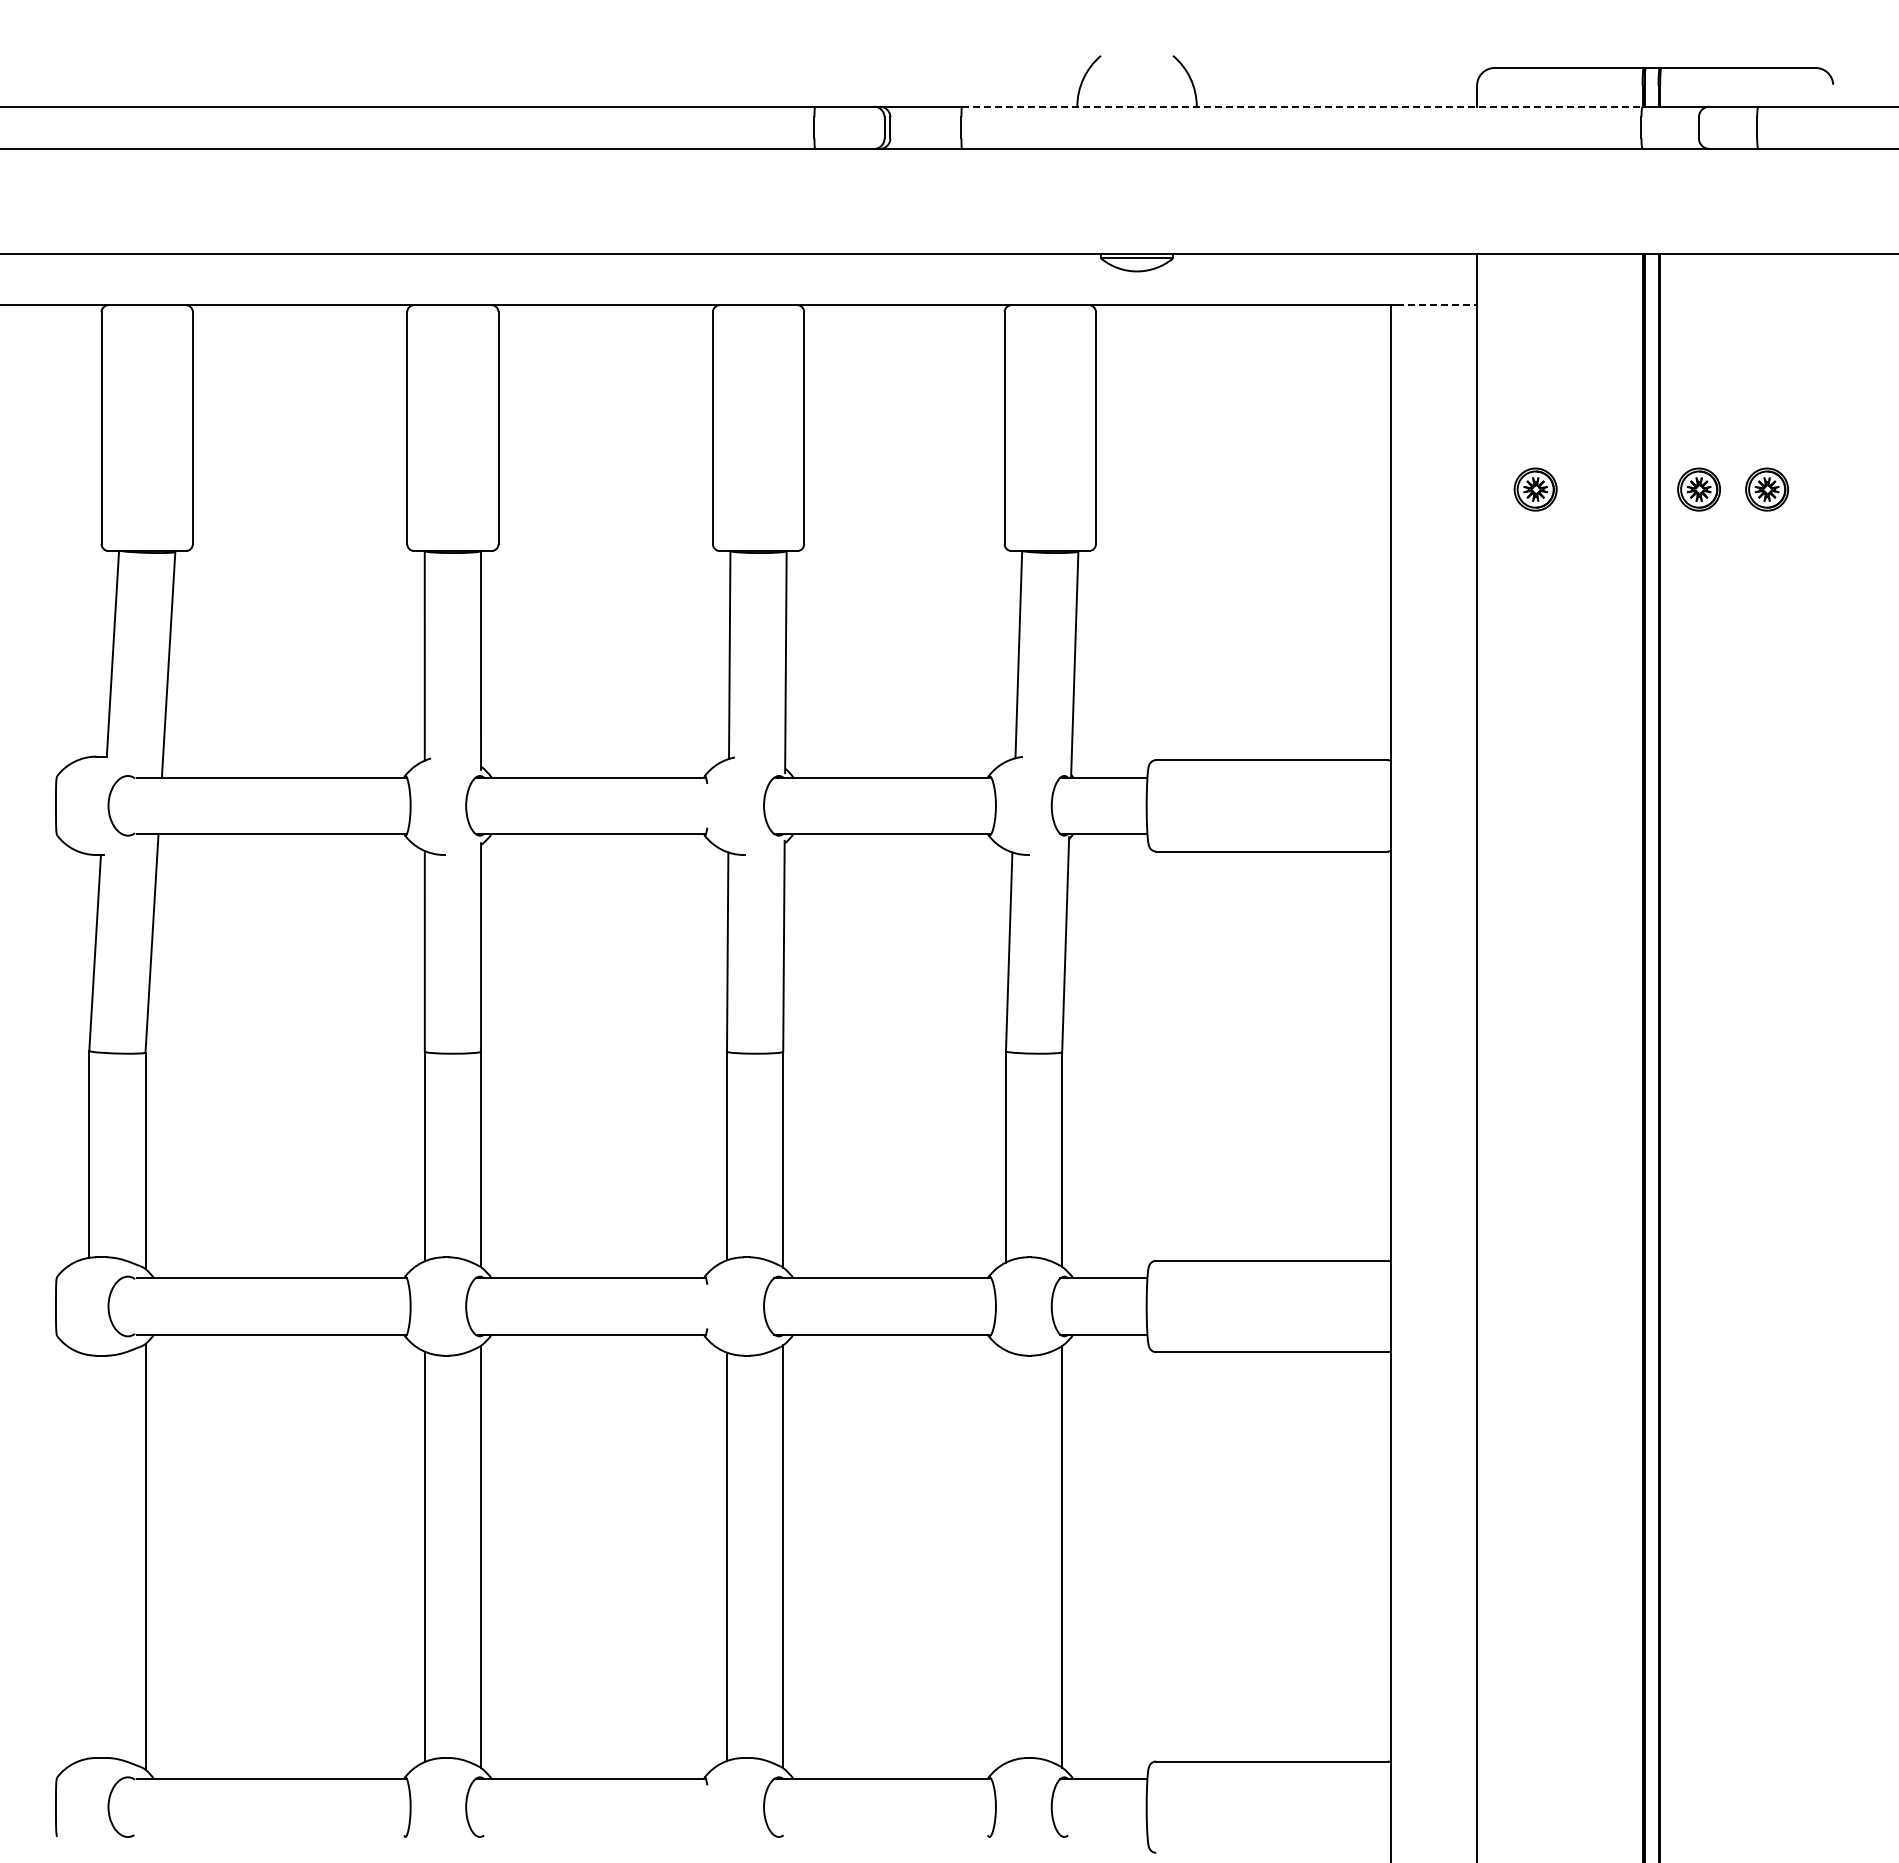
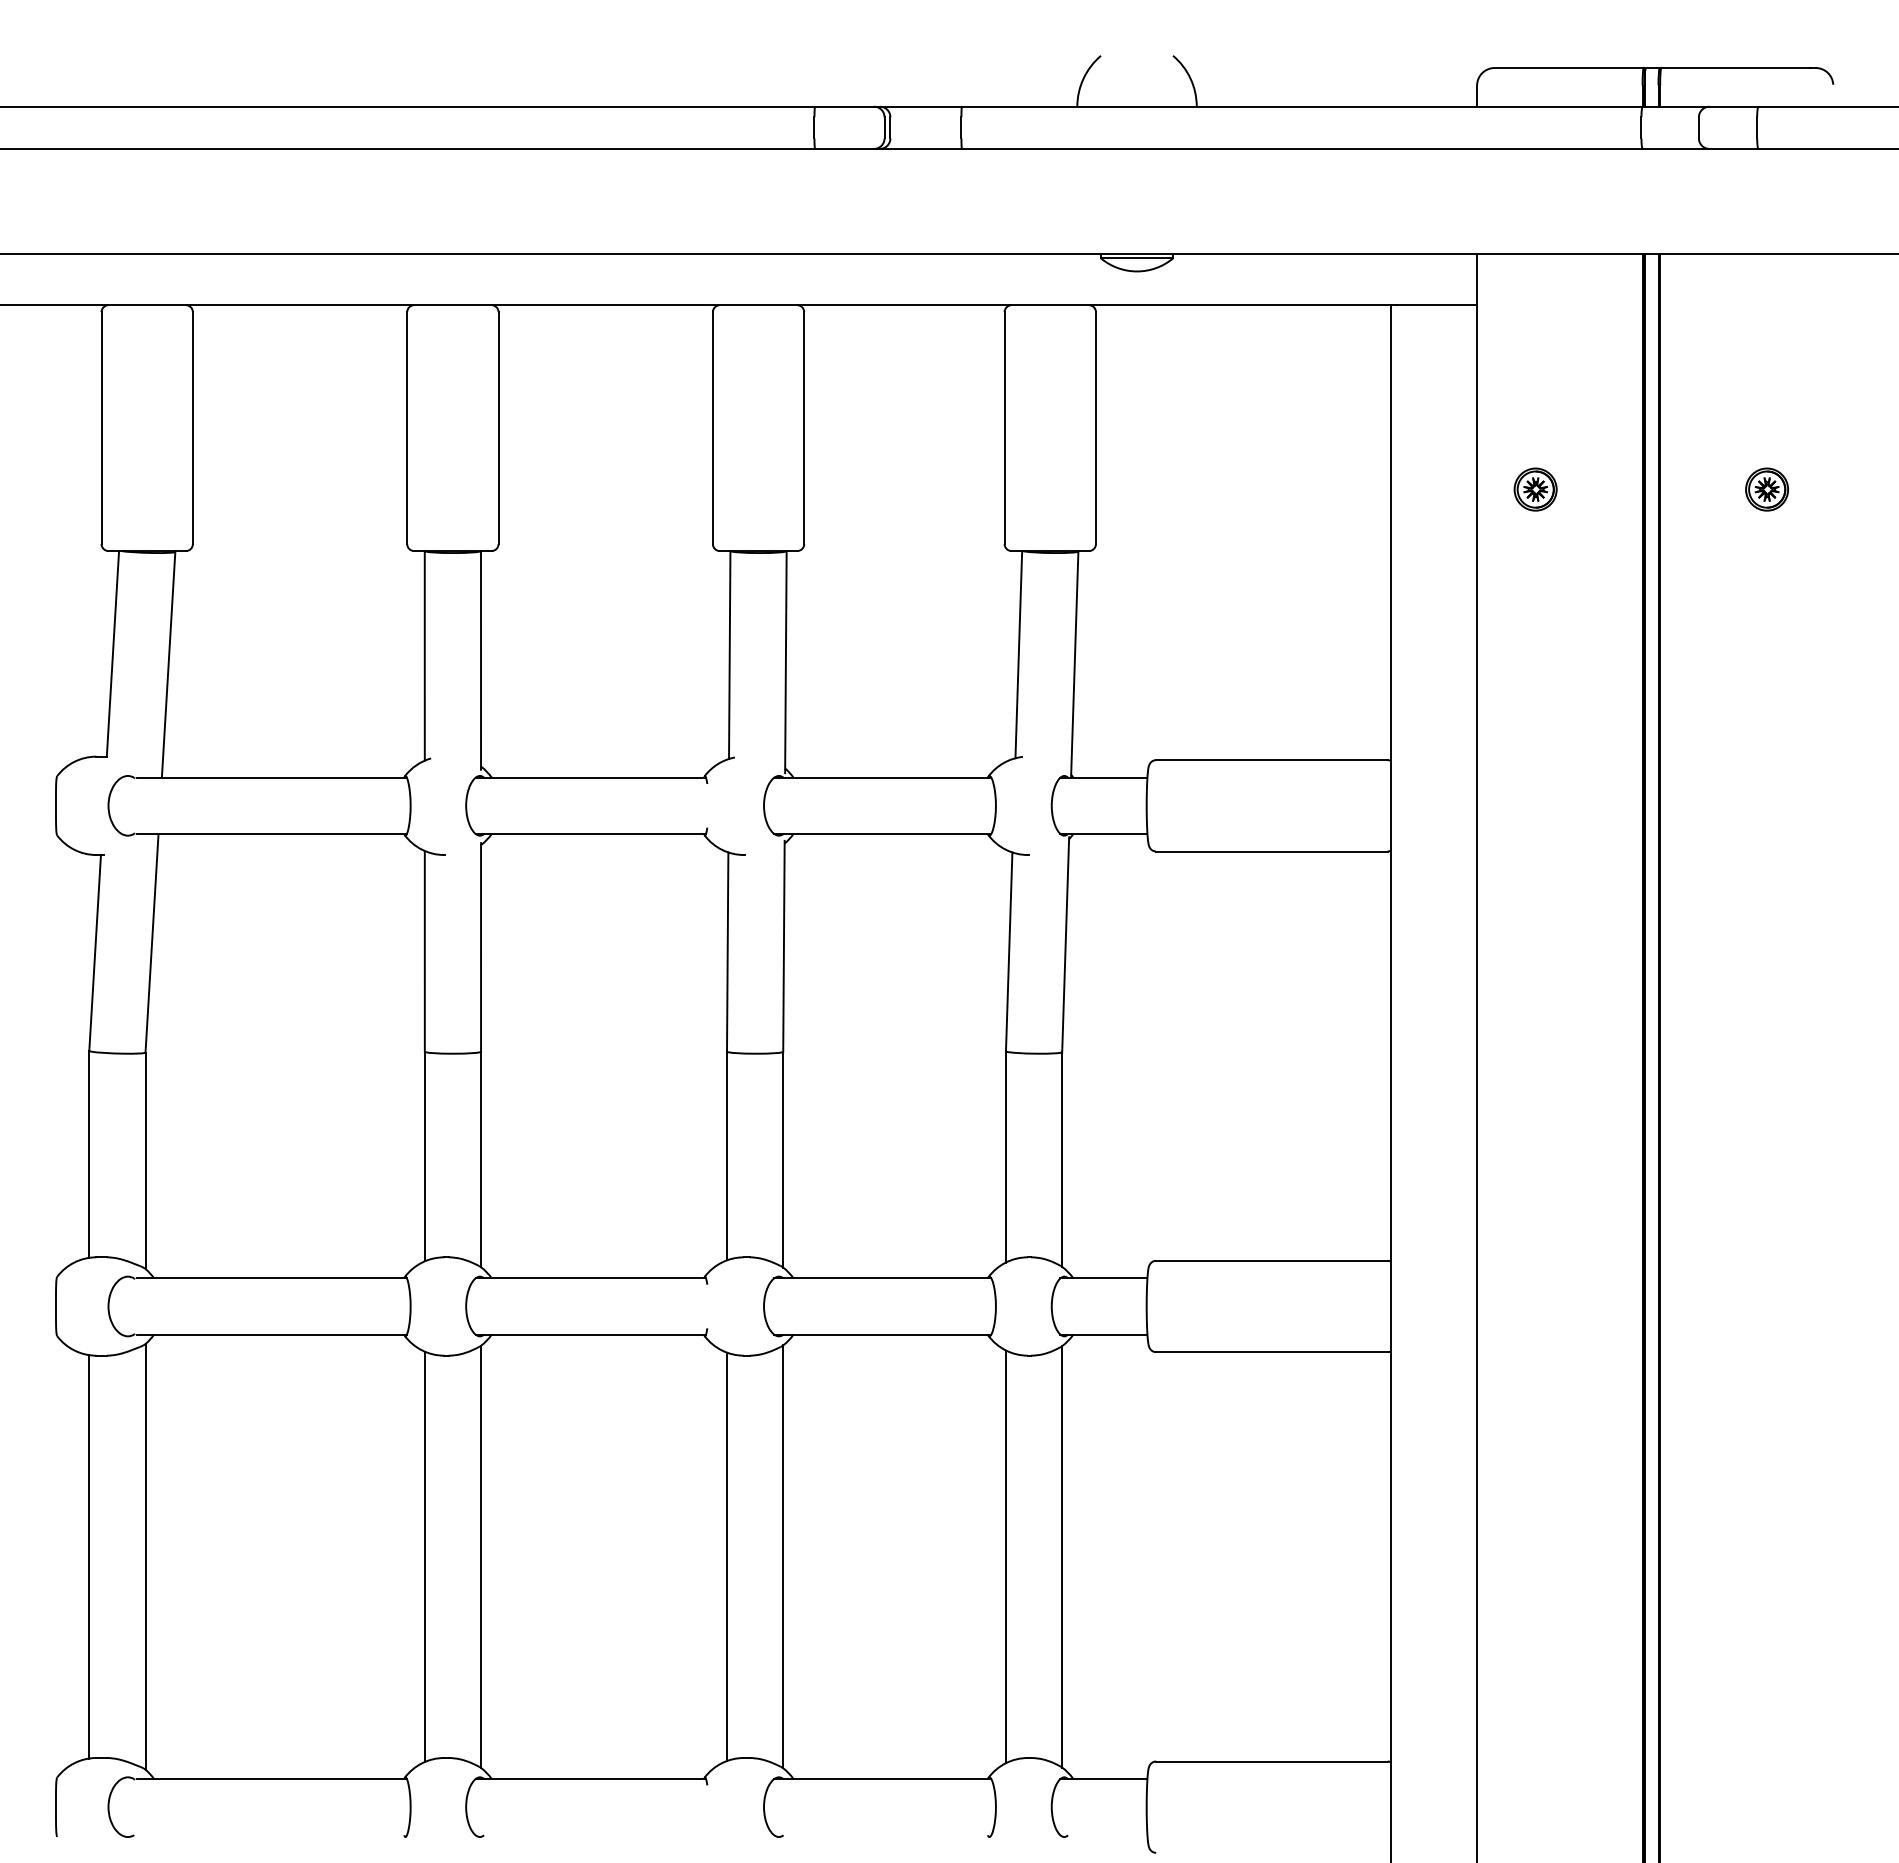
line at (1302, 106): dashed -> solid
line at (1437, 305): dashed -> solid
part at (1698, 489): present -> none
line at (89, 1556): none -> present
line at (1005, 1556): none -> present
